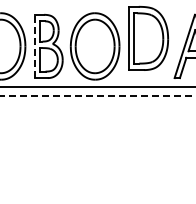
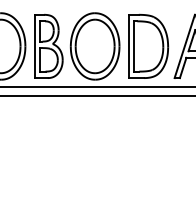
part at (148, 37) position: (148, 37) -> (148, 45)
line at (35, 46): dashed -> solid
line at (97, 96): dashed -> solid
